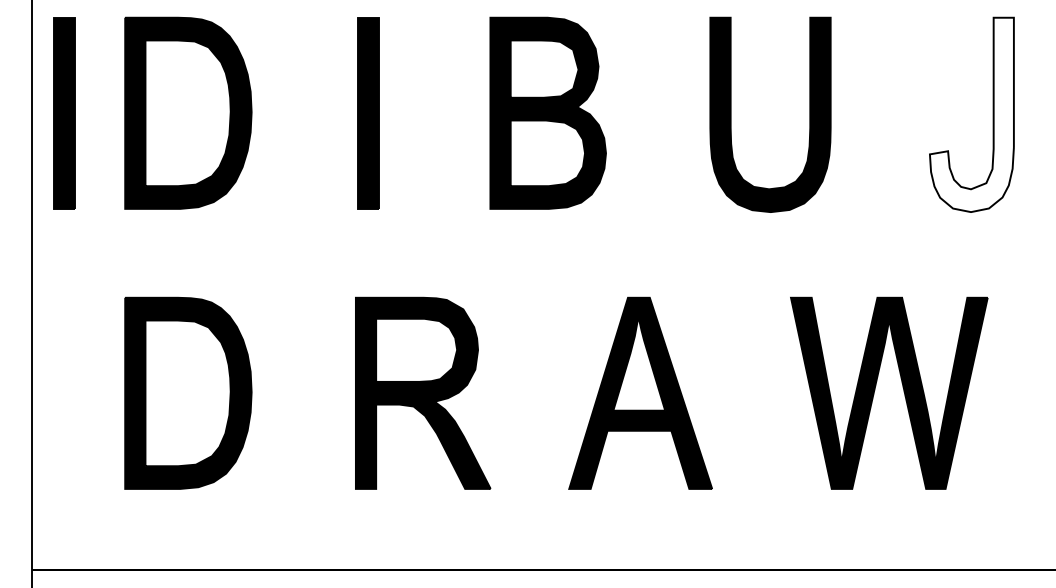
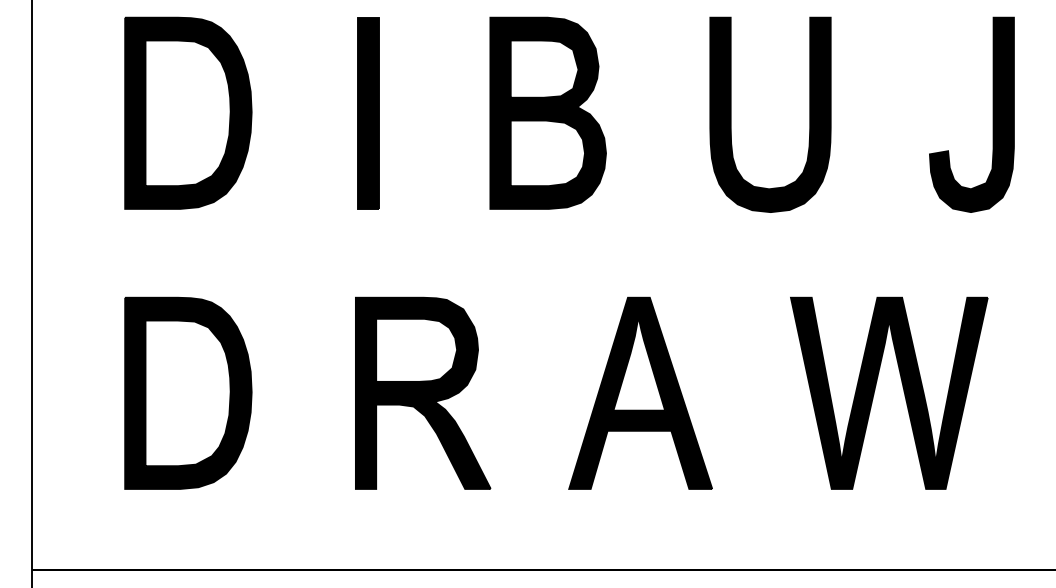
part at (64, 113): present -> none
fill at (971, 114): none -> present
